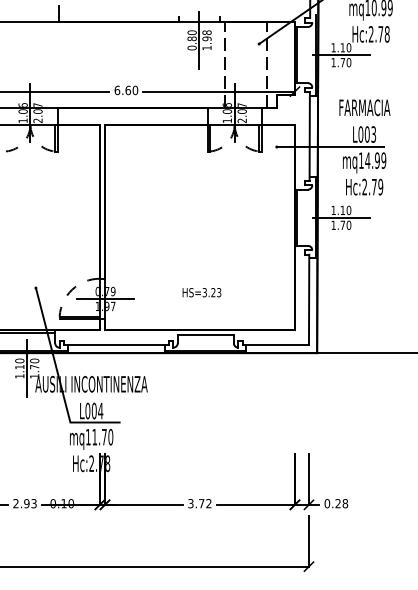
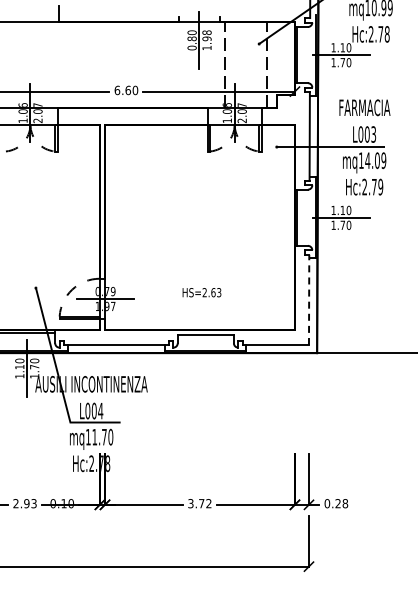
text at (377, 160): mq14.99 -> mq14.09
text at (208, 292): HS=3.23 -> HS=2.63
line at (309, 299): solid -> dashed
